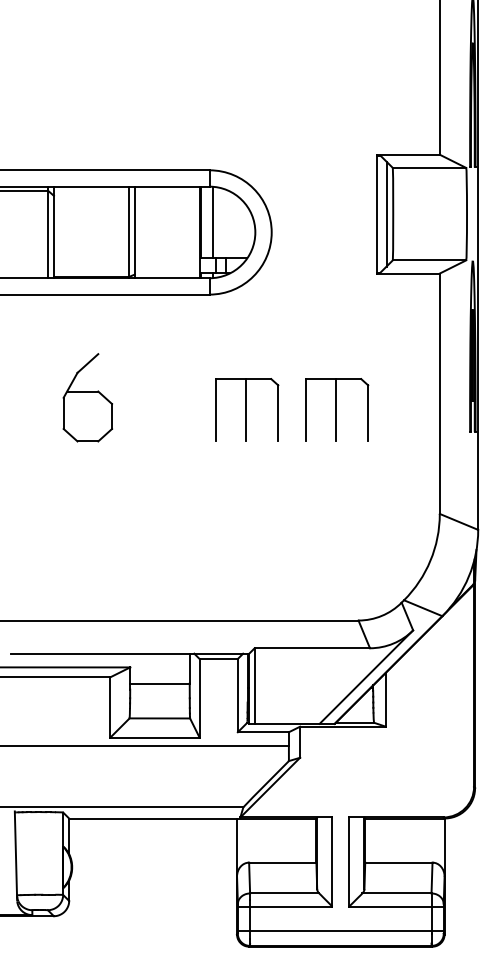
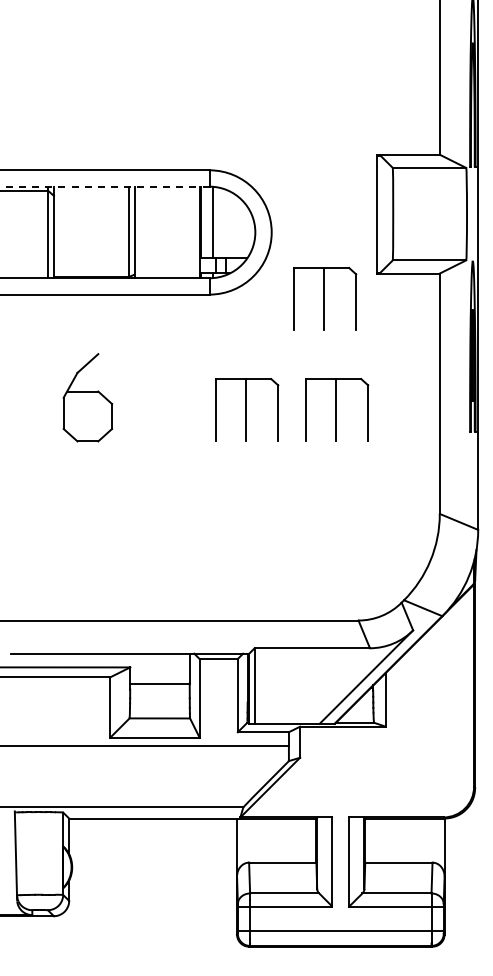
line at (104, 186): solid -> dashed
line at (386, 213): present -> none
part at (325, 298): none -> present
